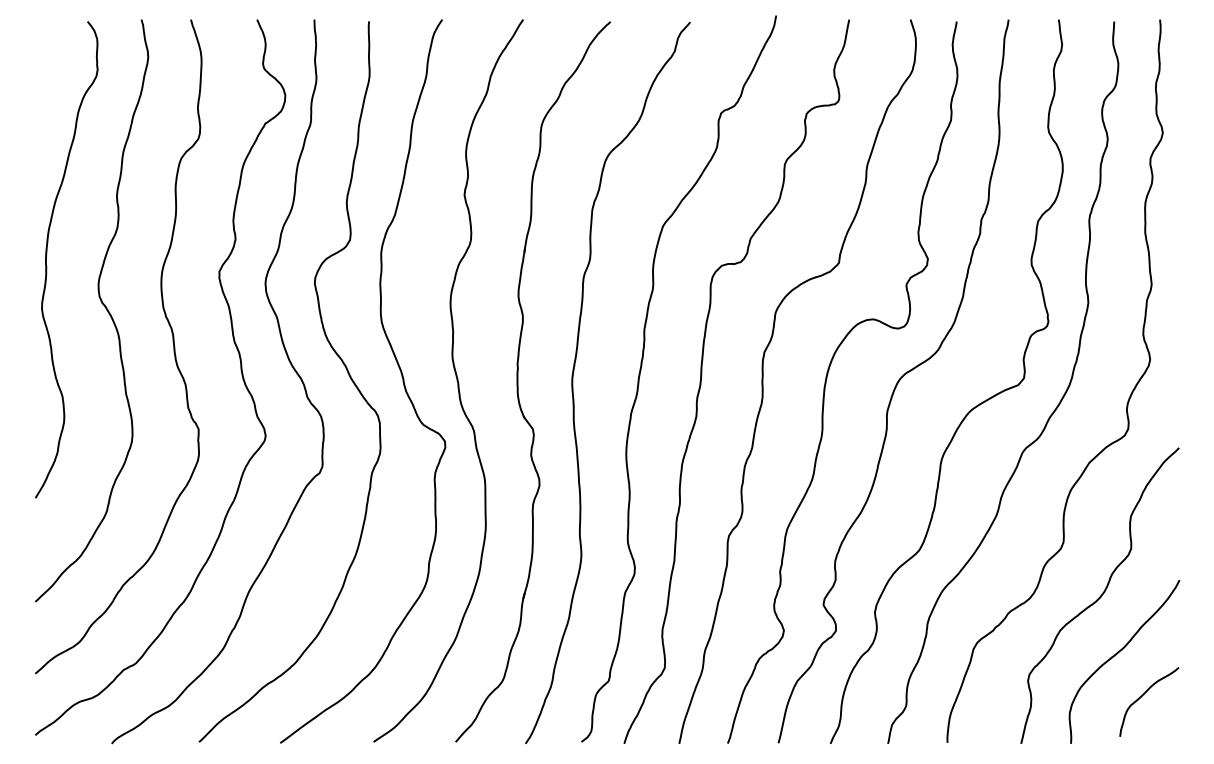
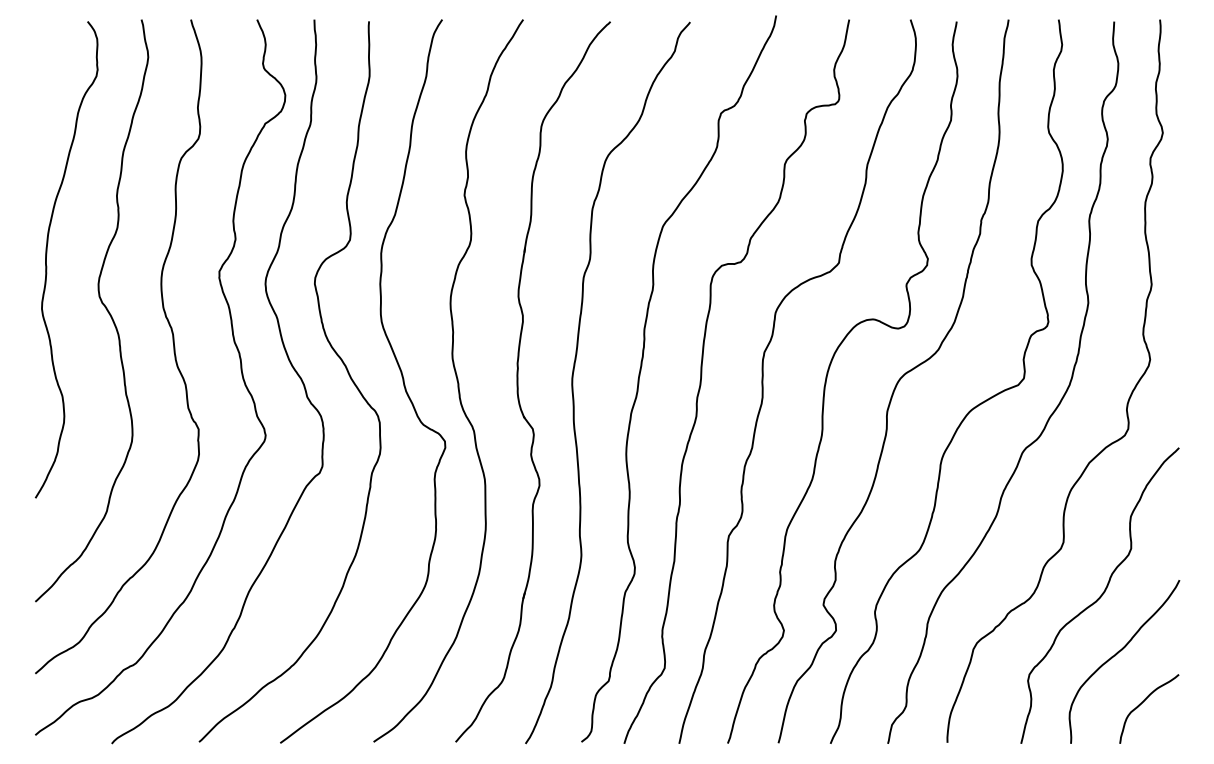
curve at (1143, 695) position: (1143, 695) -> (1143, 702)
